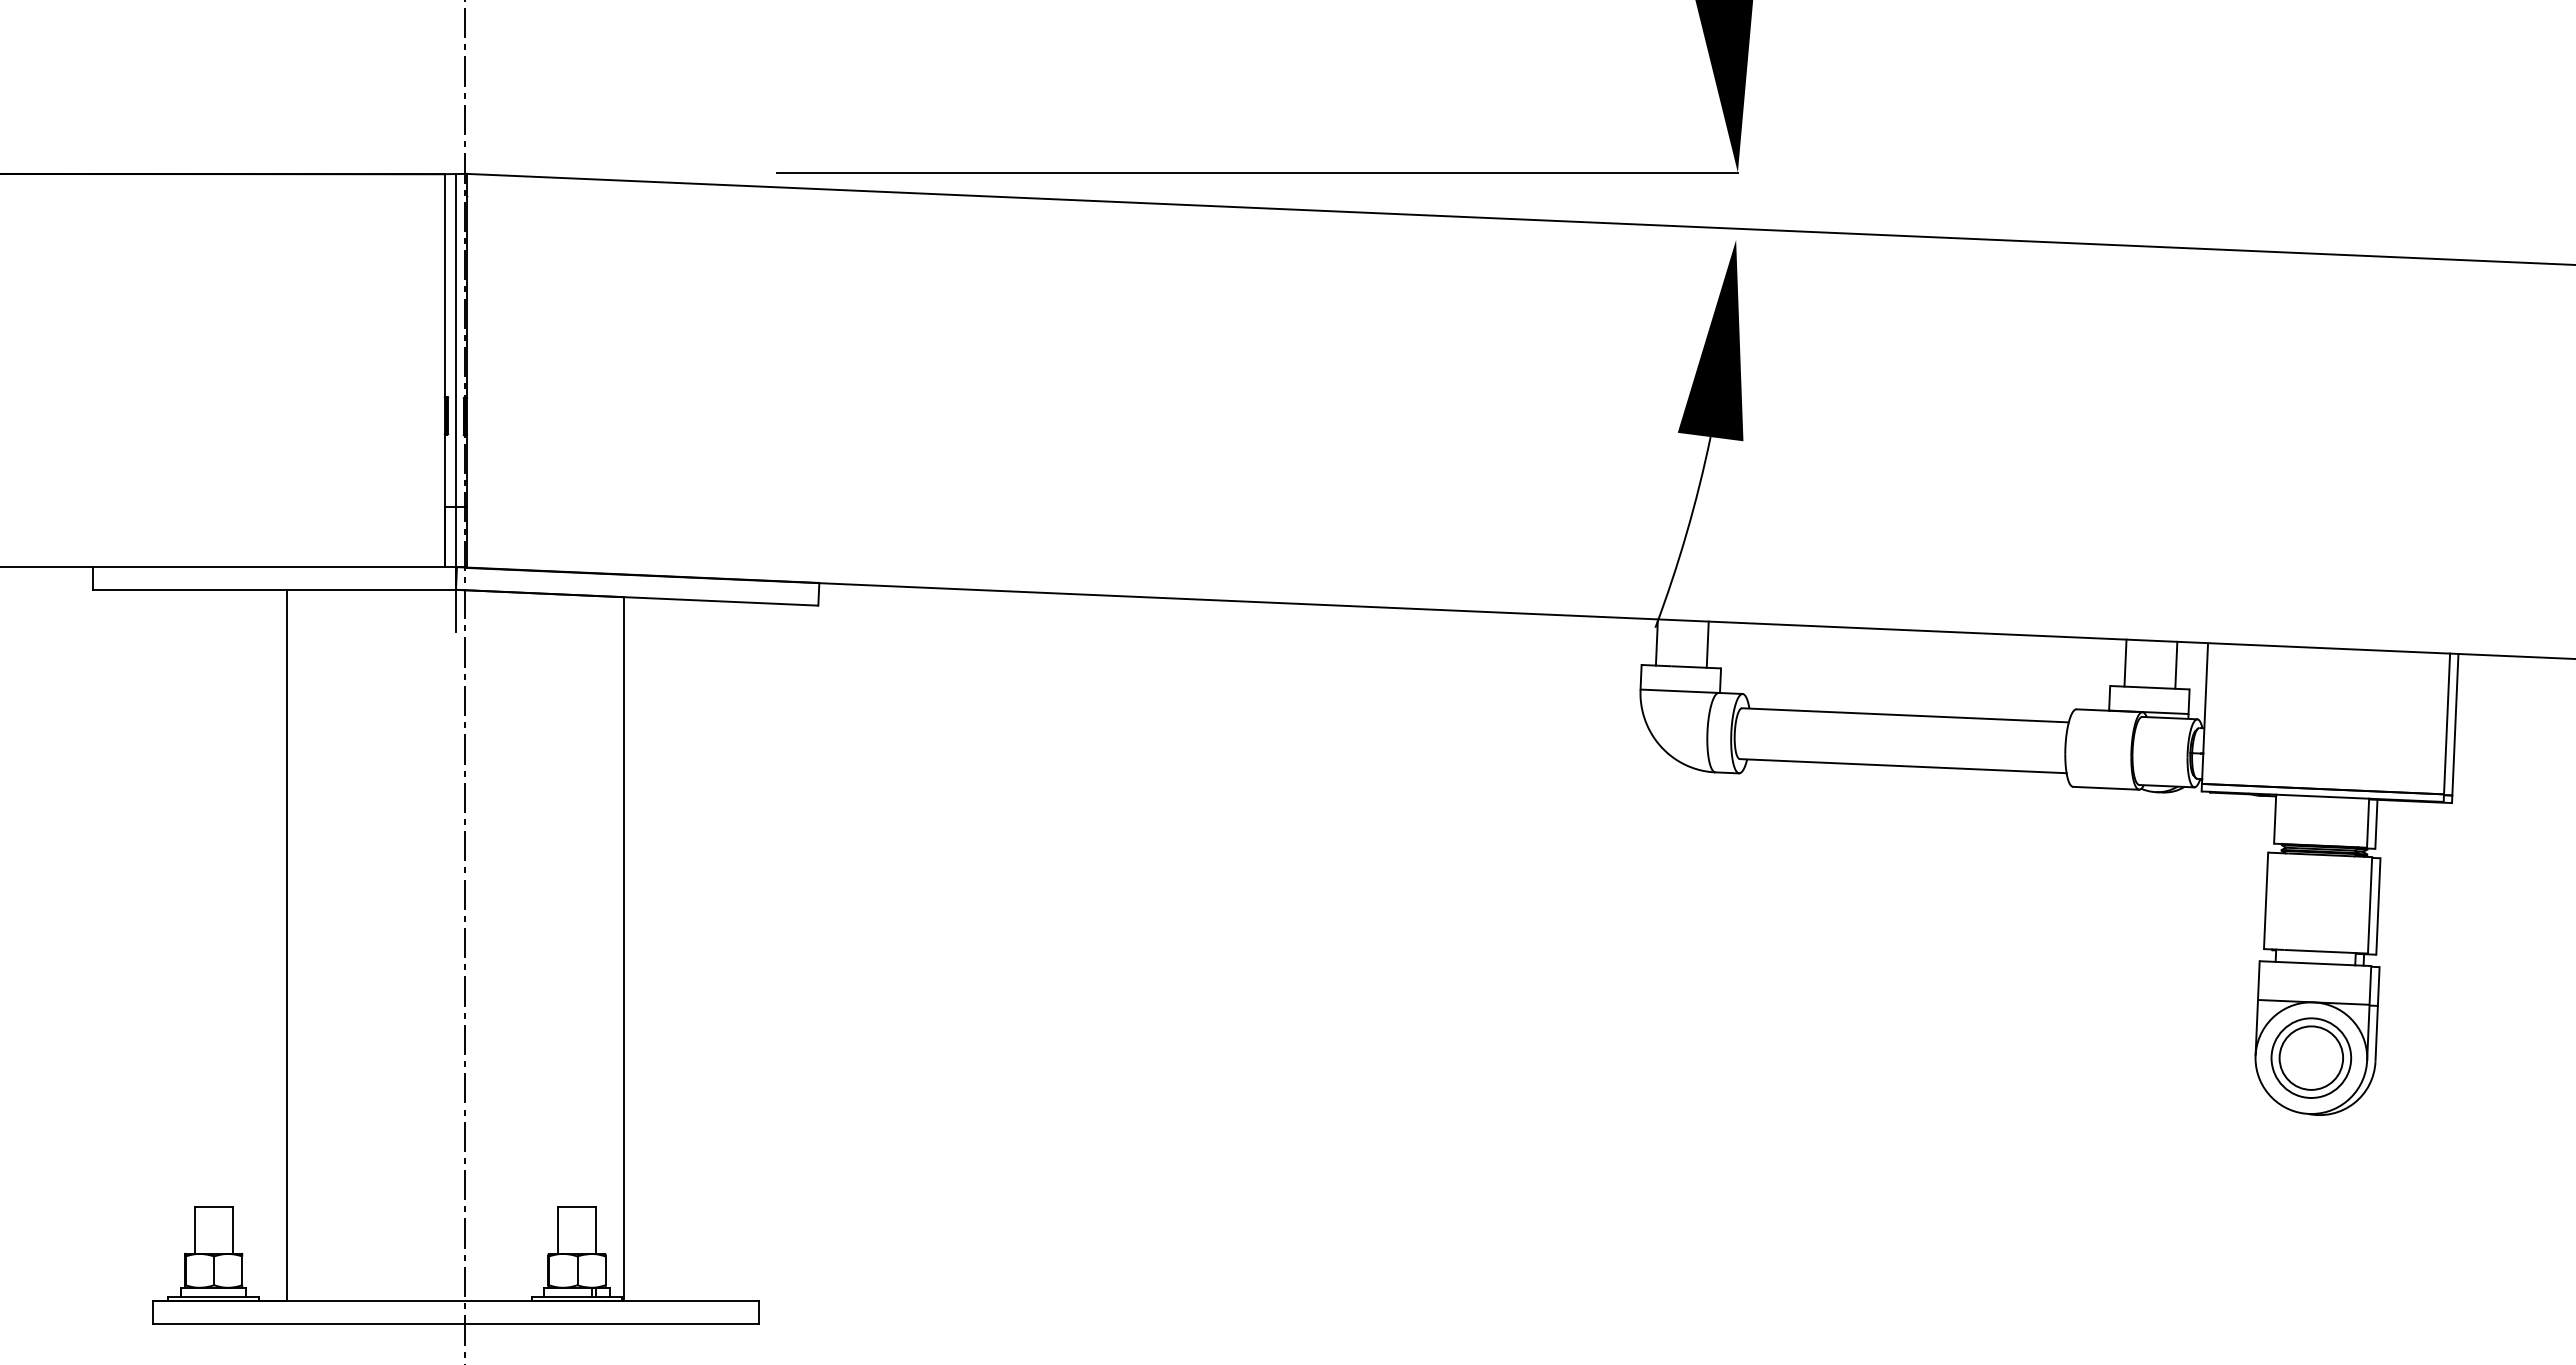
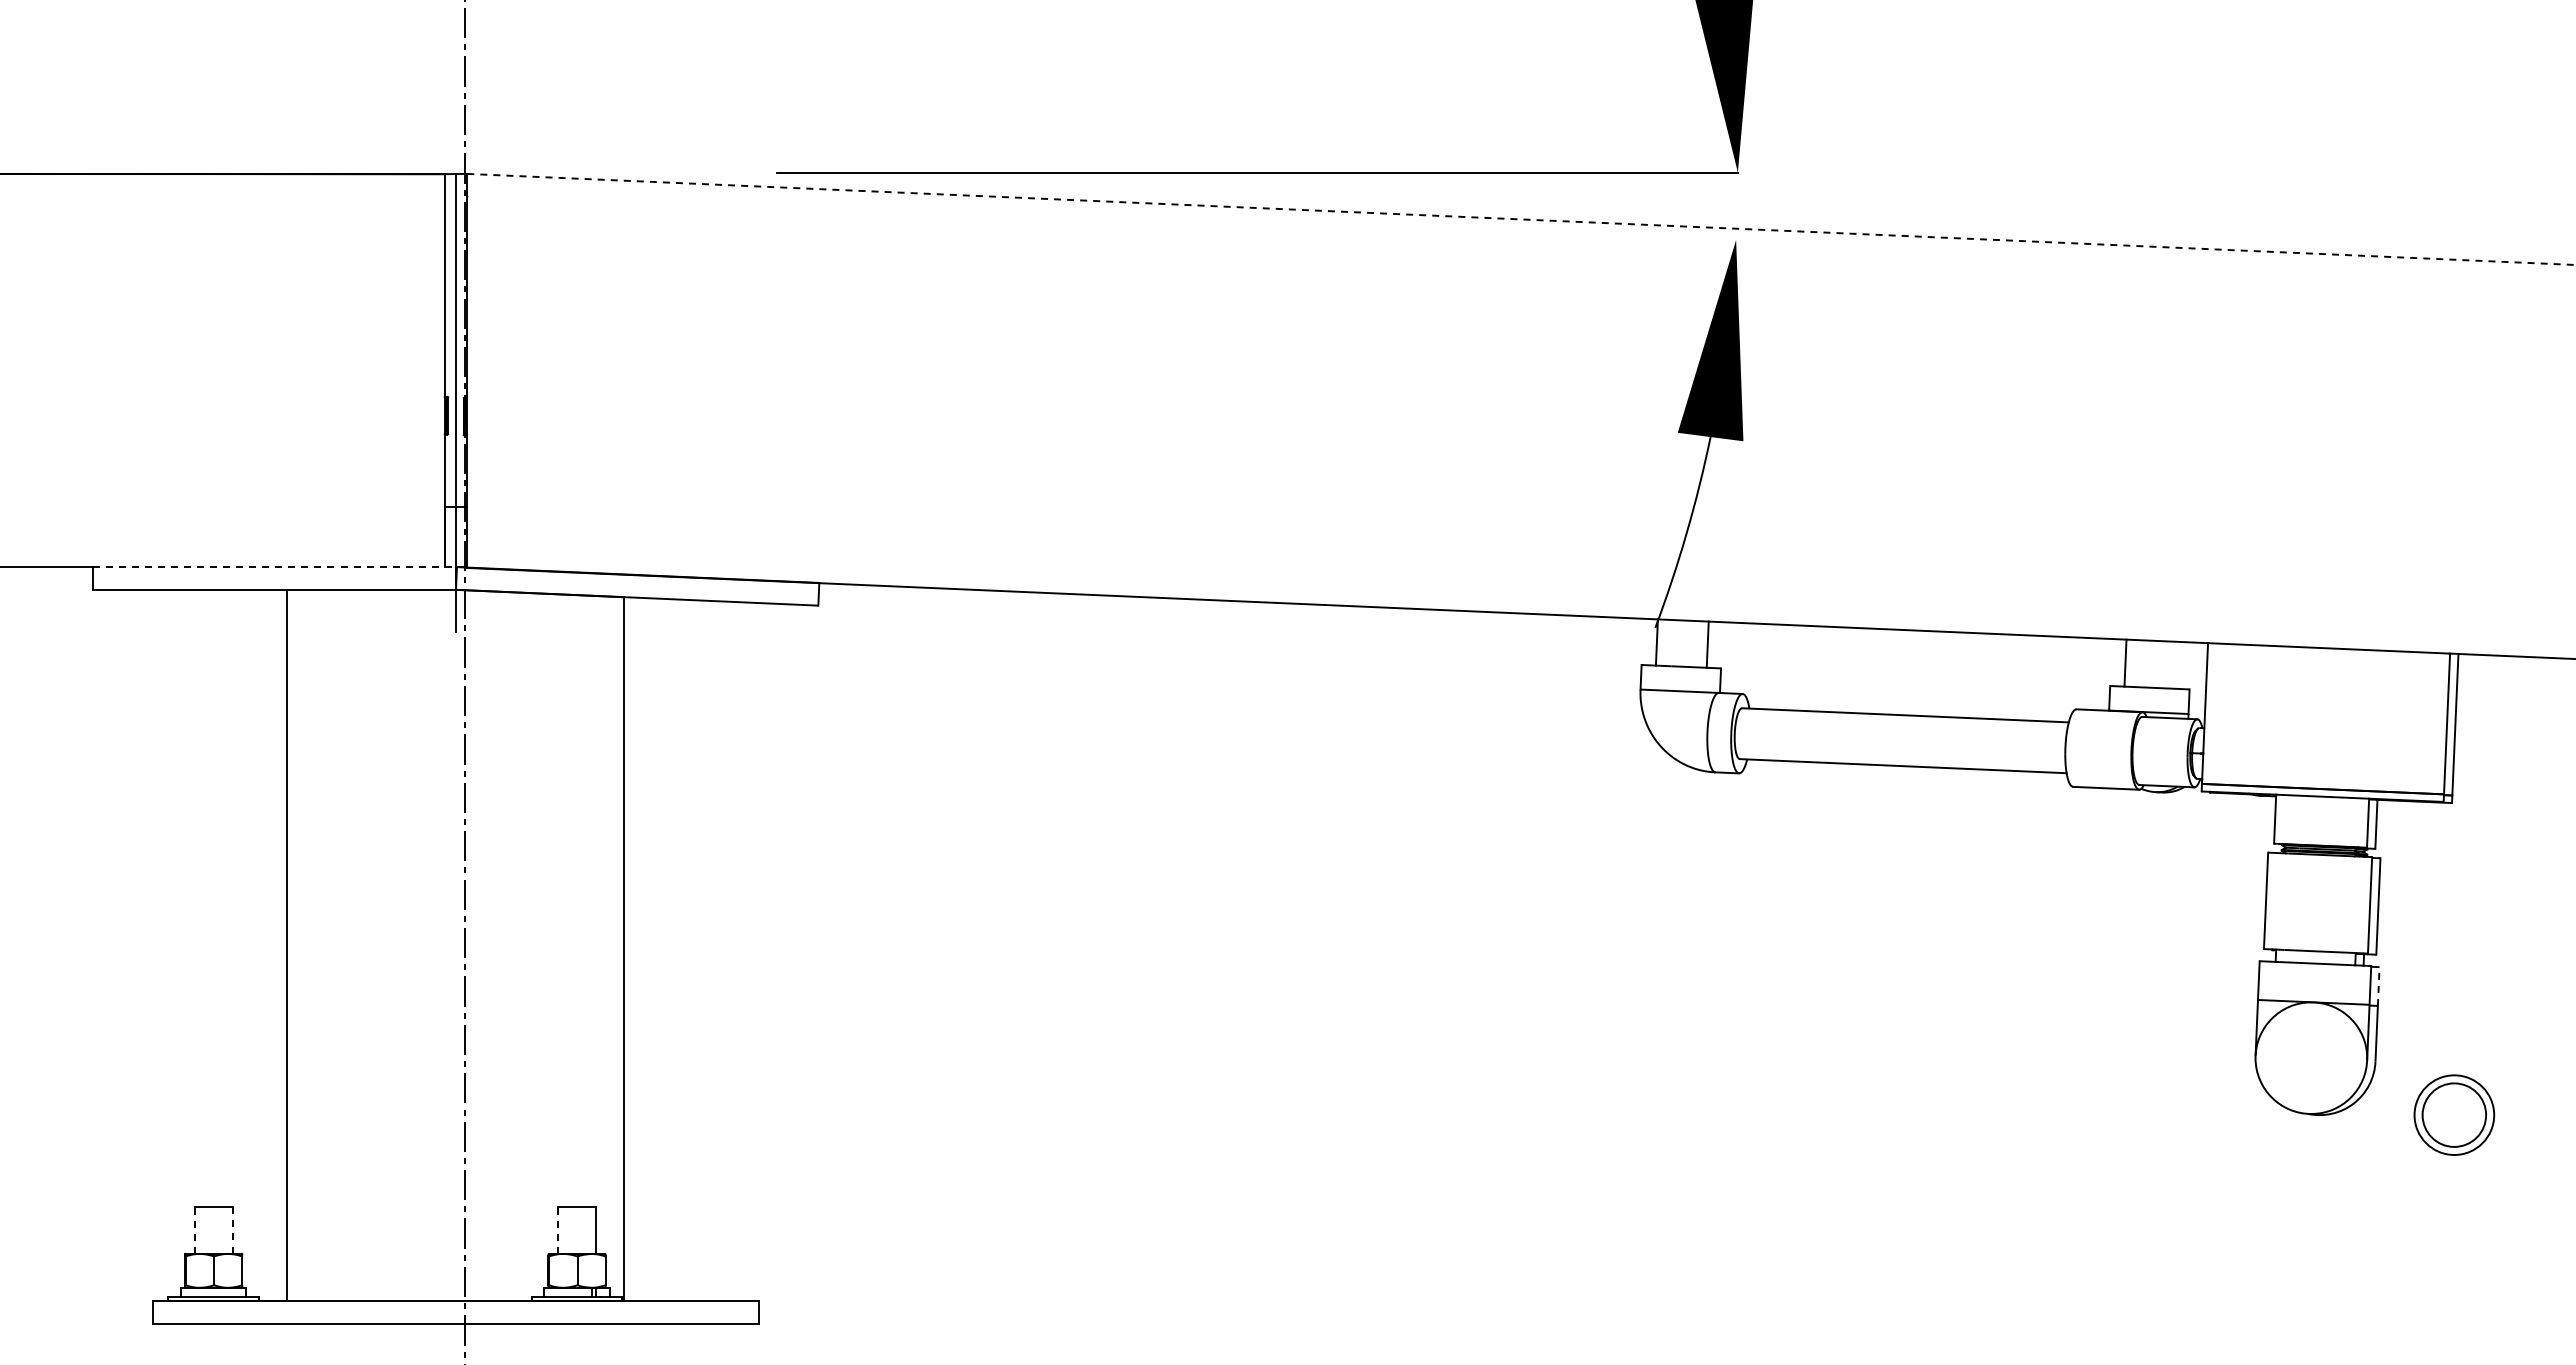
line at (1521, 219): solid -> dashed
line at (274, 567): solid -> dashed
line at (2176, 664): present -> none
line at (2378, 986): solid -> dashed
part at (2311, 1057) position: (2311, 1057) -> (2454, 1114)
line at (194, 1230): solid -> dashed
line at (558, 1230): solid -> dashed
line at (232, 1231): solid -> dashed
